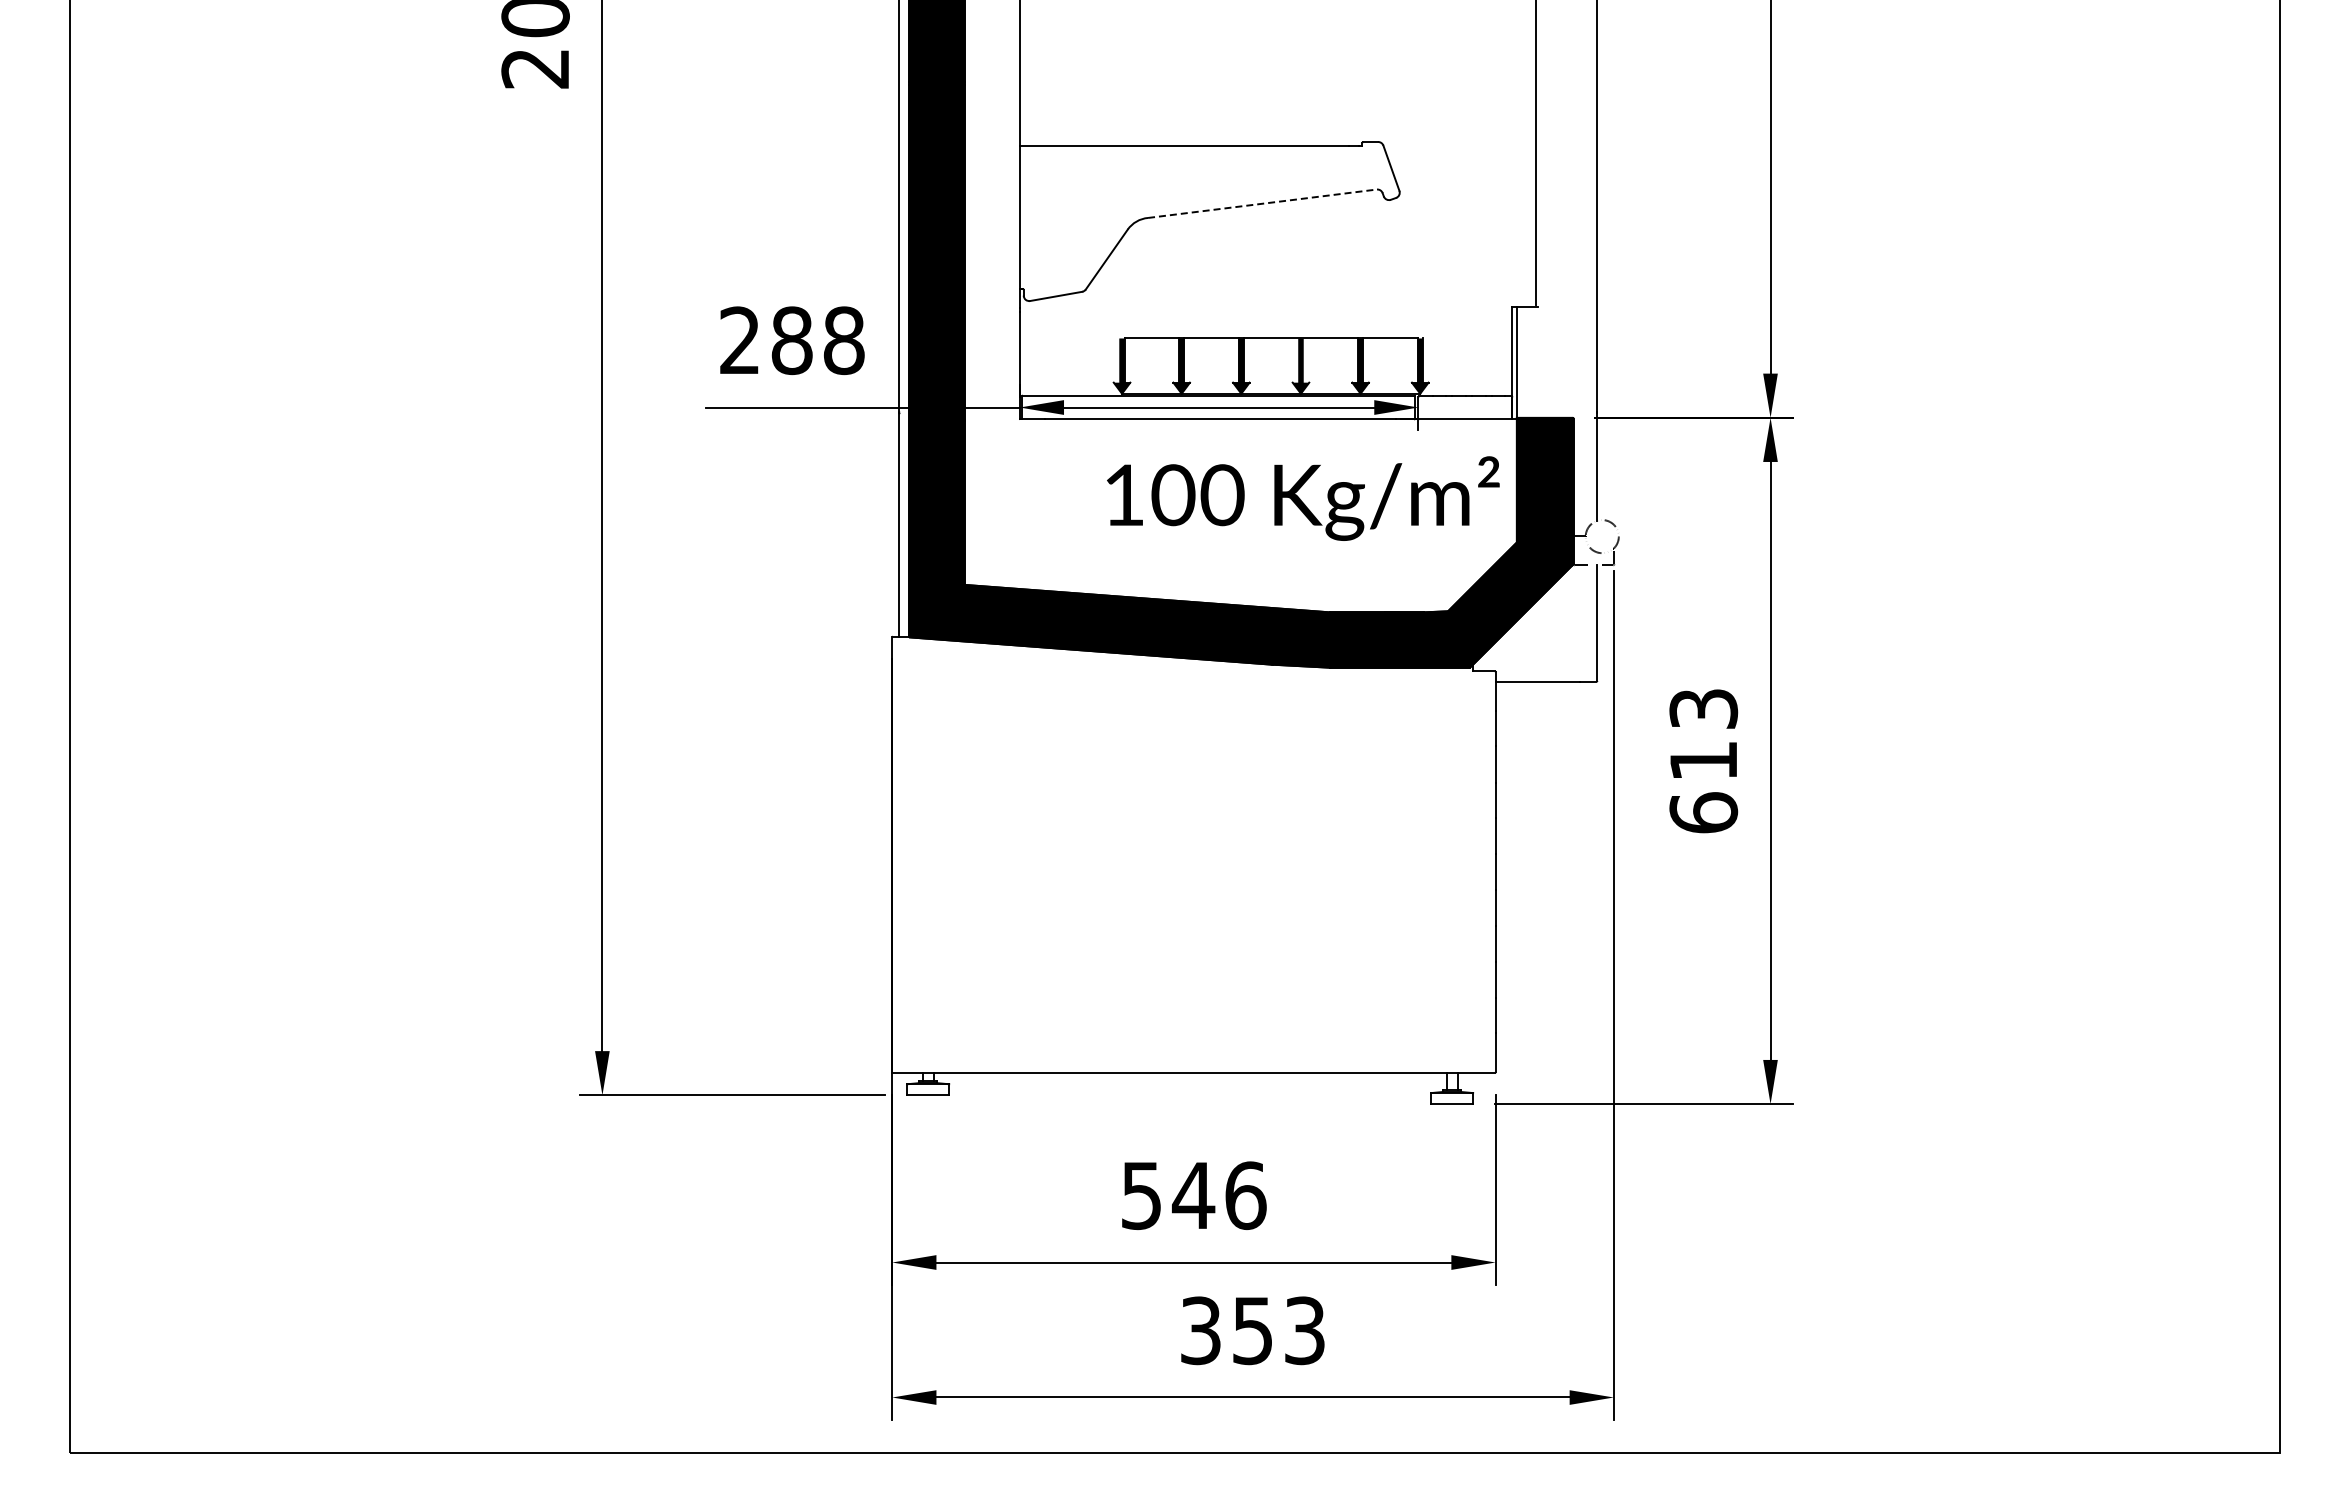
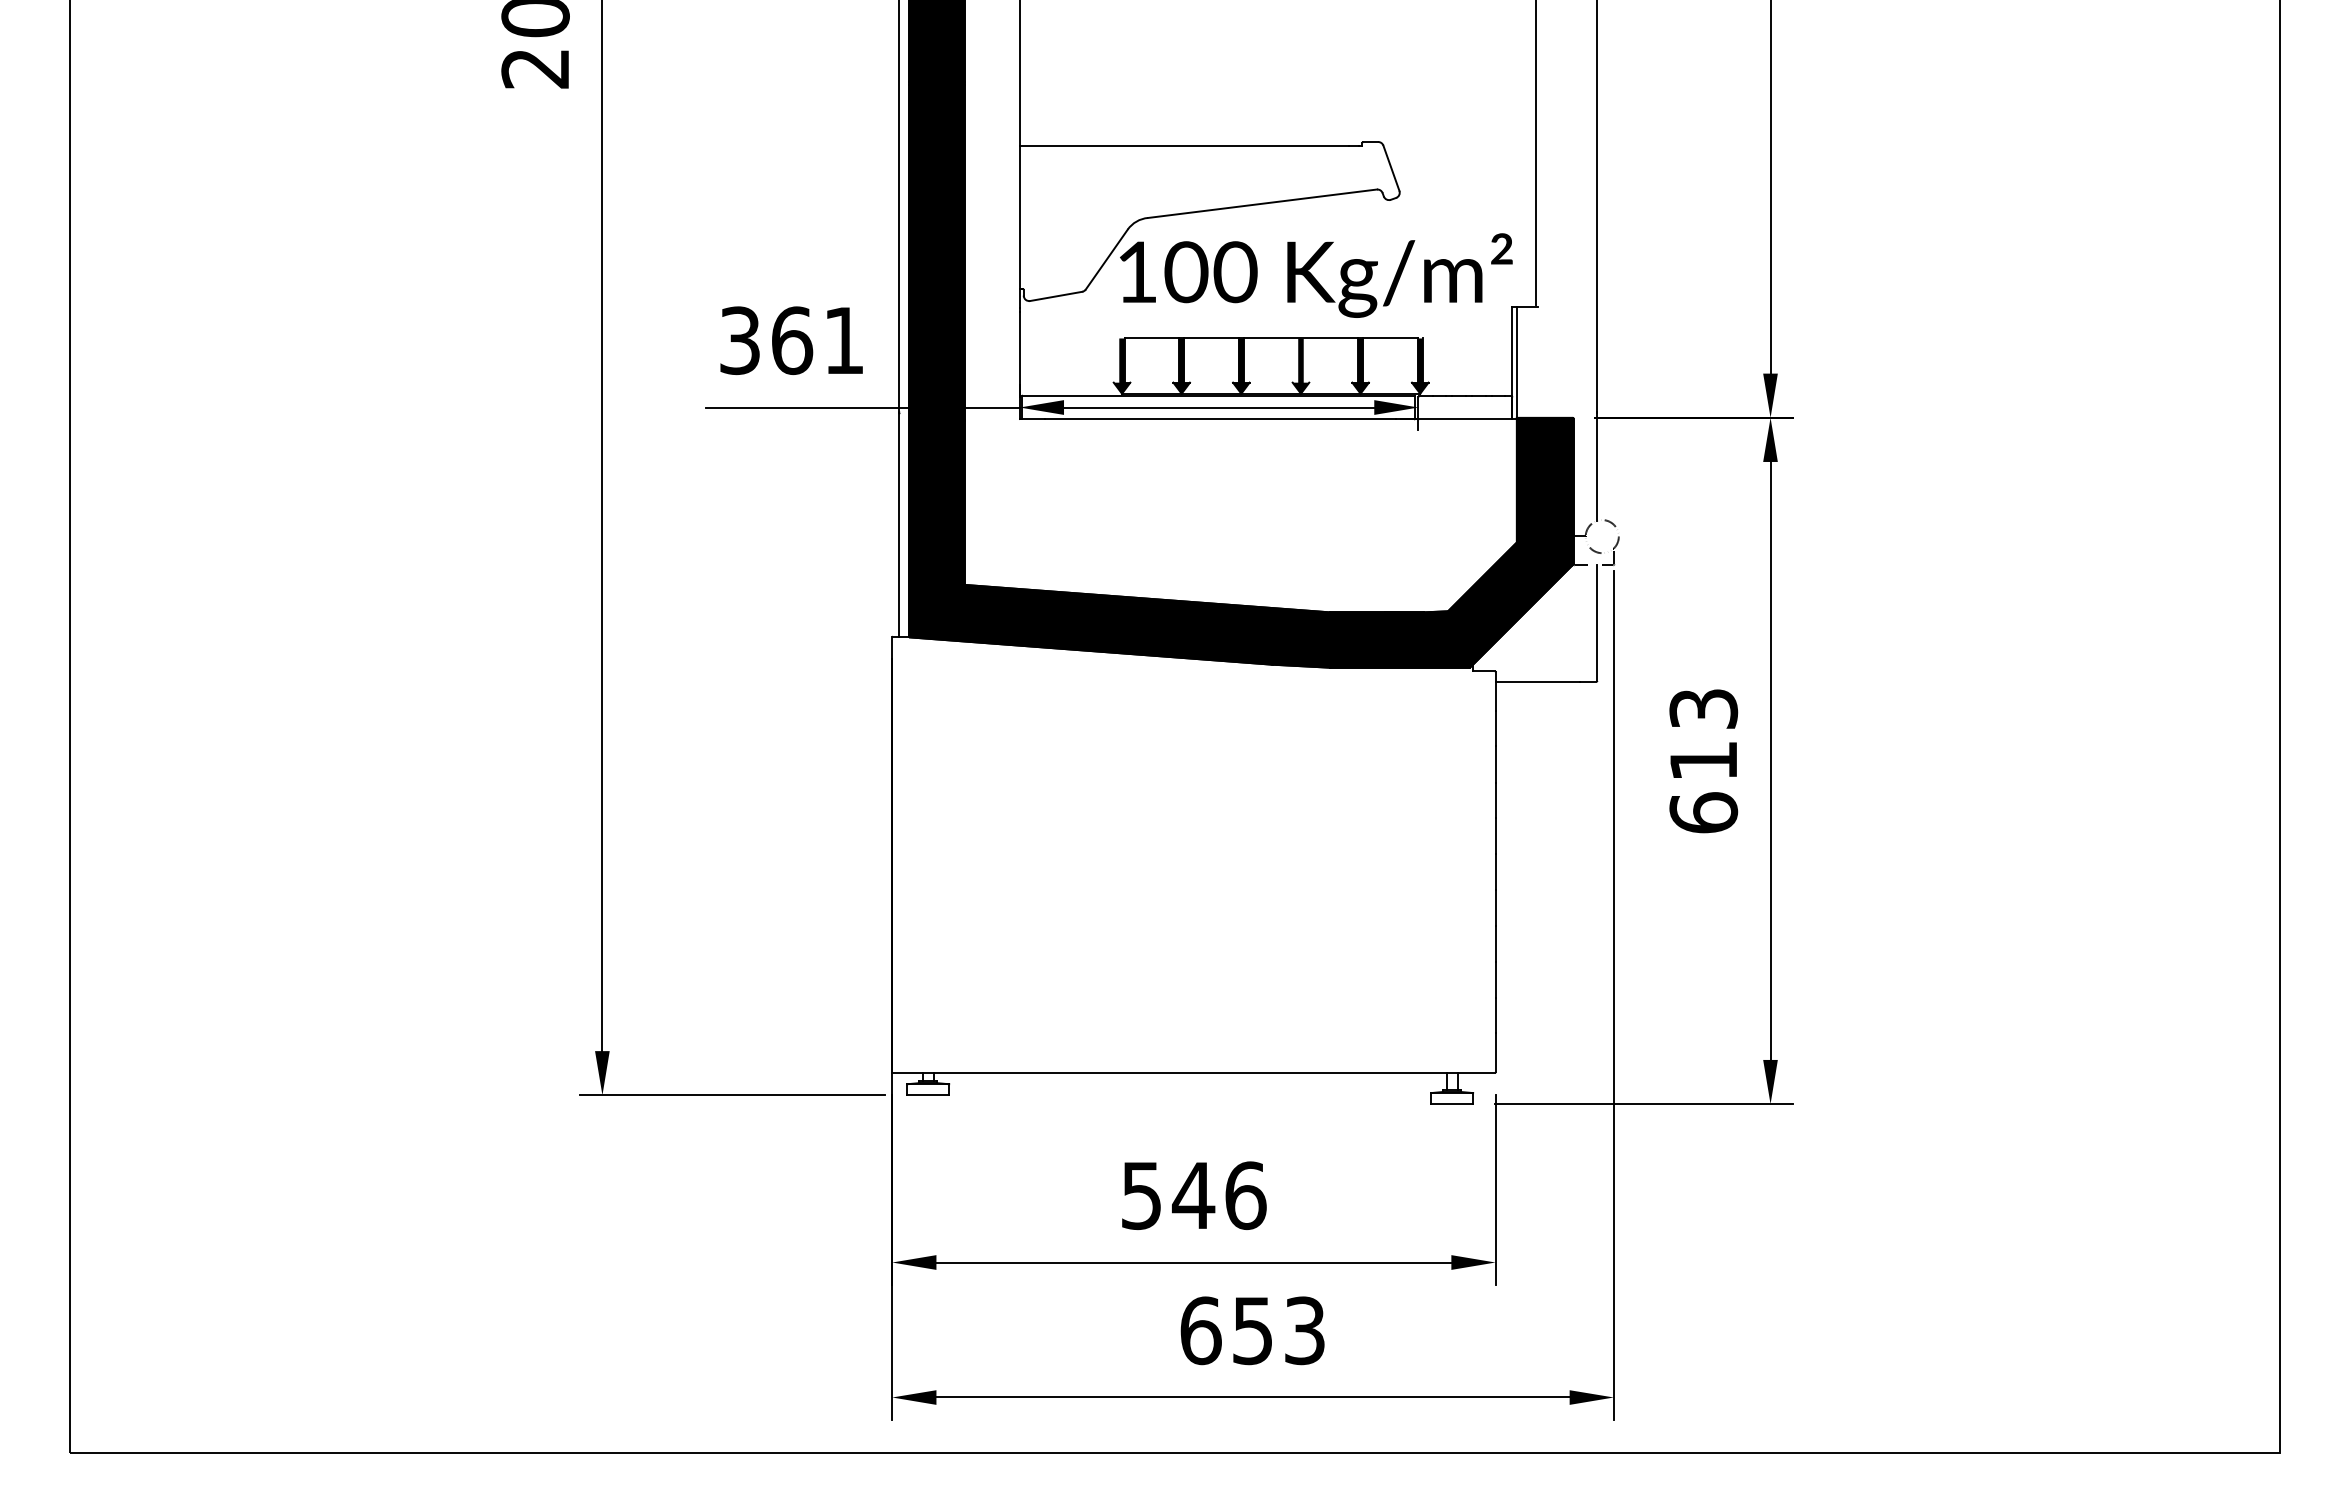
line at (1263, 203): dashed -> solid
text at (792, 340): 288 -> 361
text at (1303, 498) position: (1303, 498) -> (1316, 275)
text at (1200, 1330): 353 -> 653
